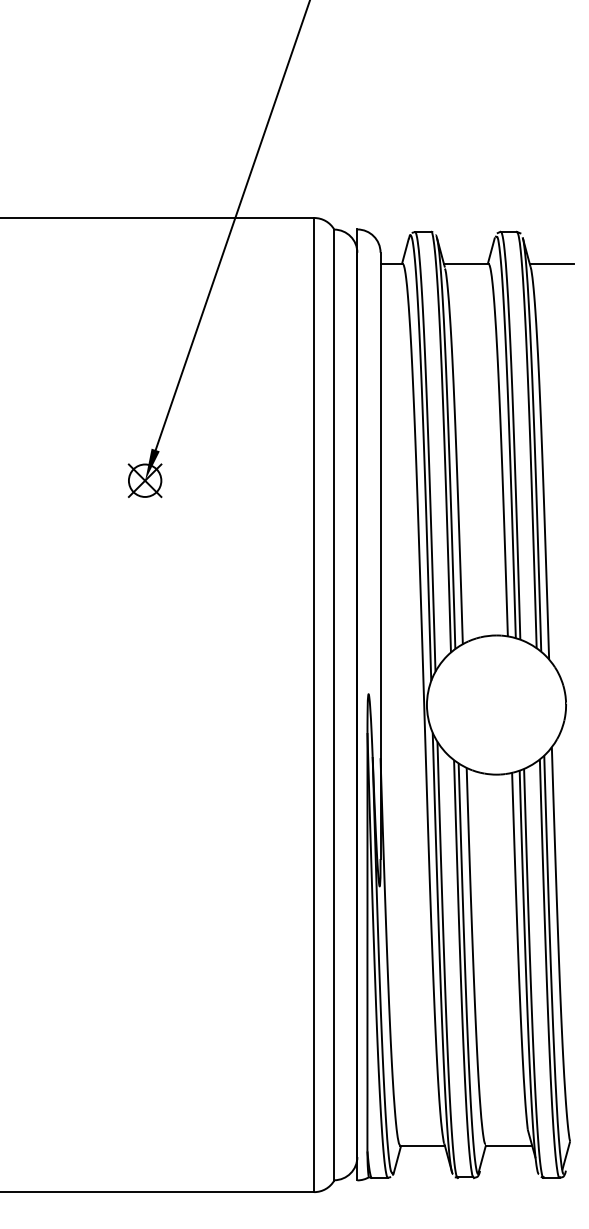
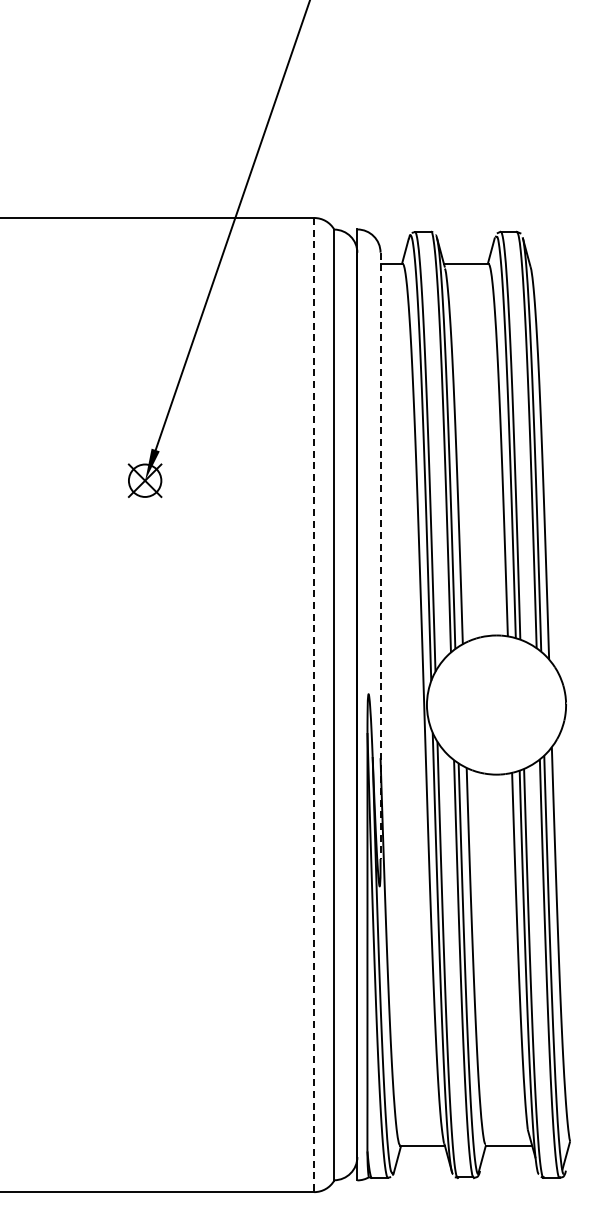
line at (551, 264): present -> none
line at (380, 556): solid -> dashed
line at (314, 705): solid -> dashed
